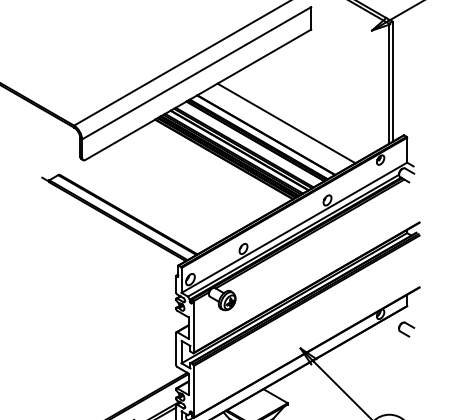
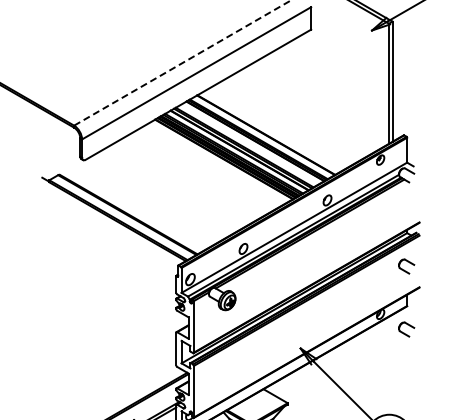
line at (183, 62): solid -> dashed
line at (286, 123): present -> none
part at (406, 266): none -> present
